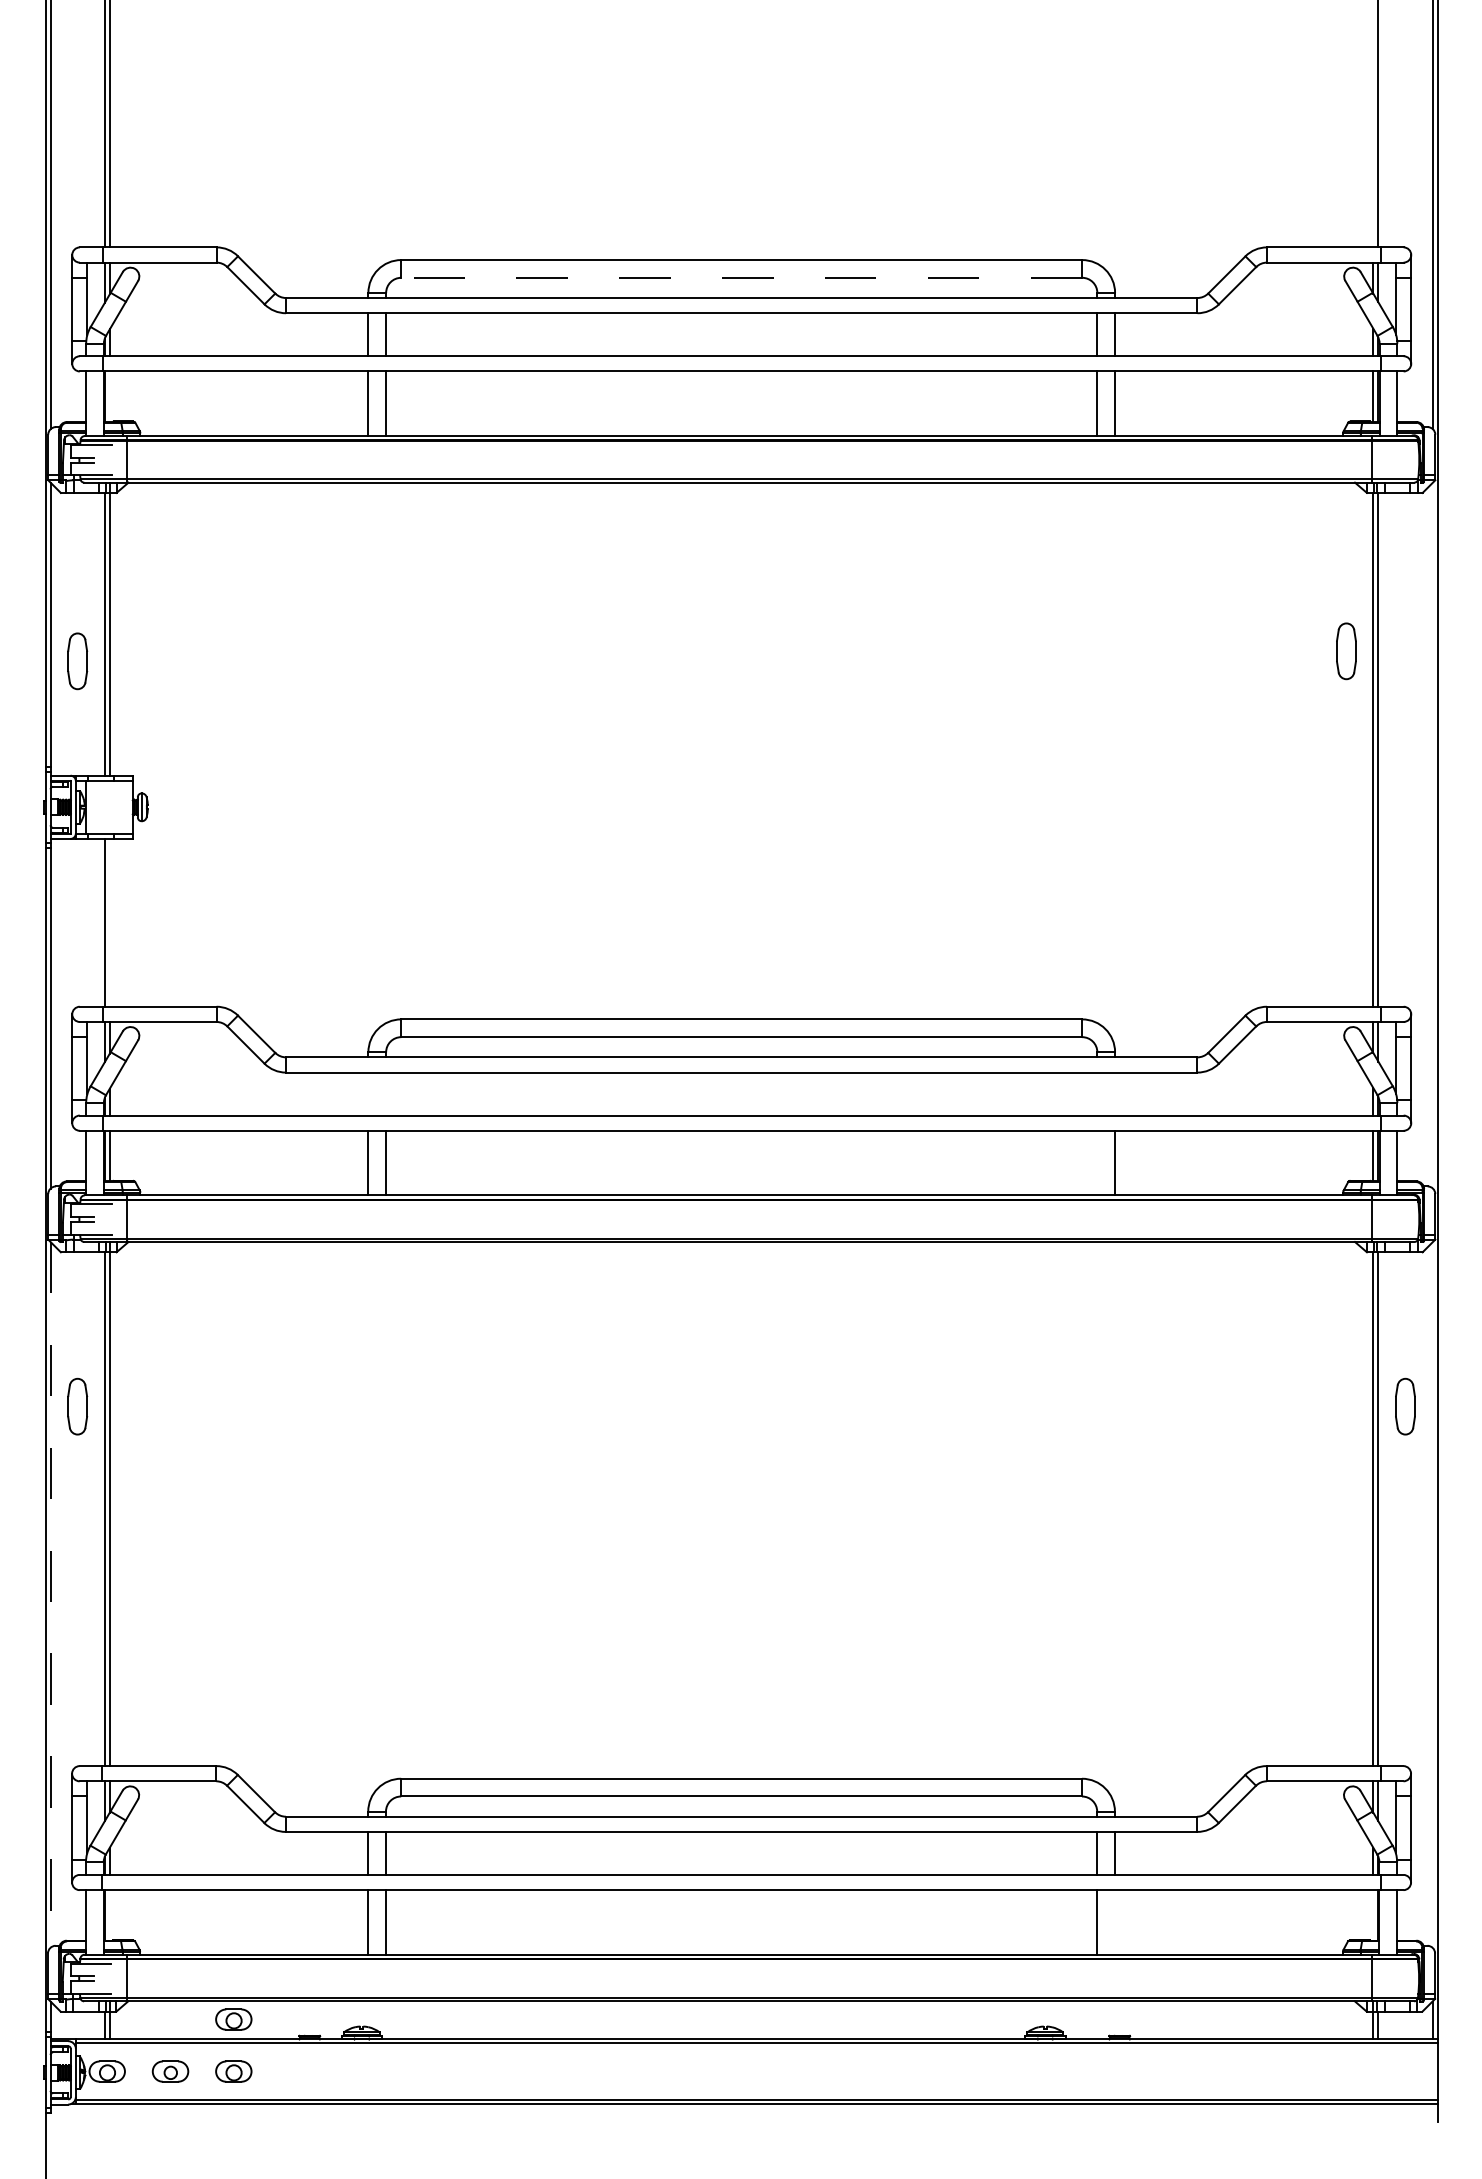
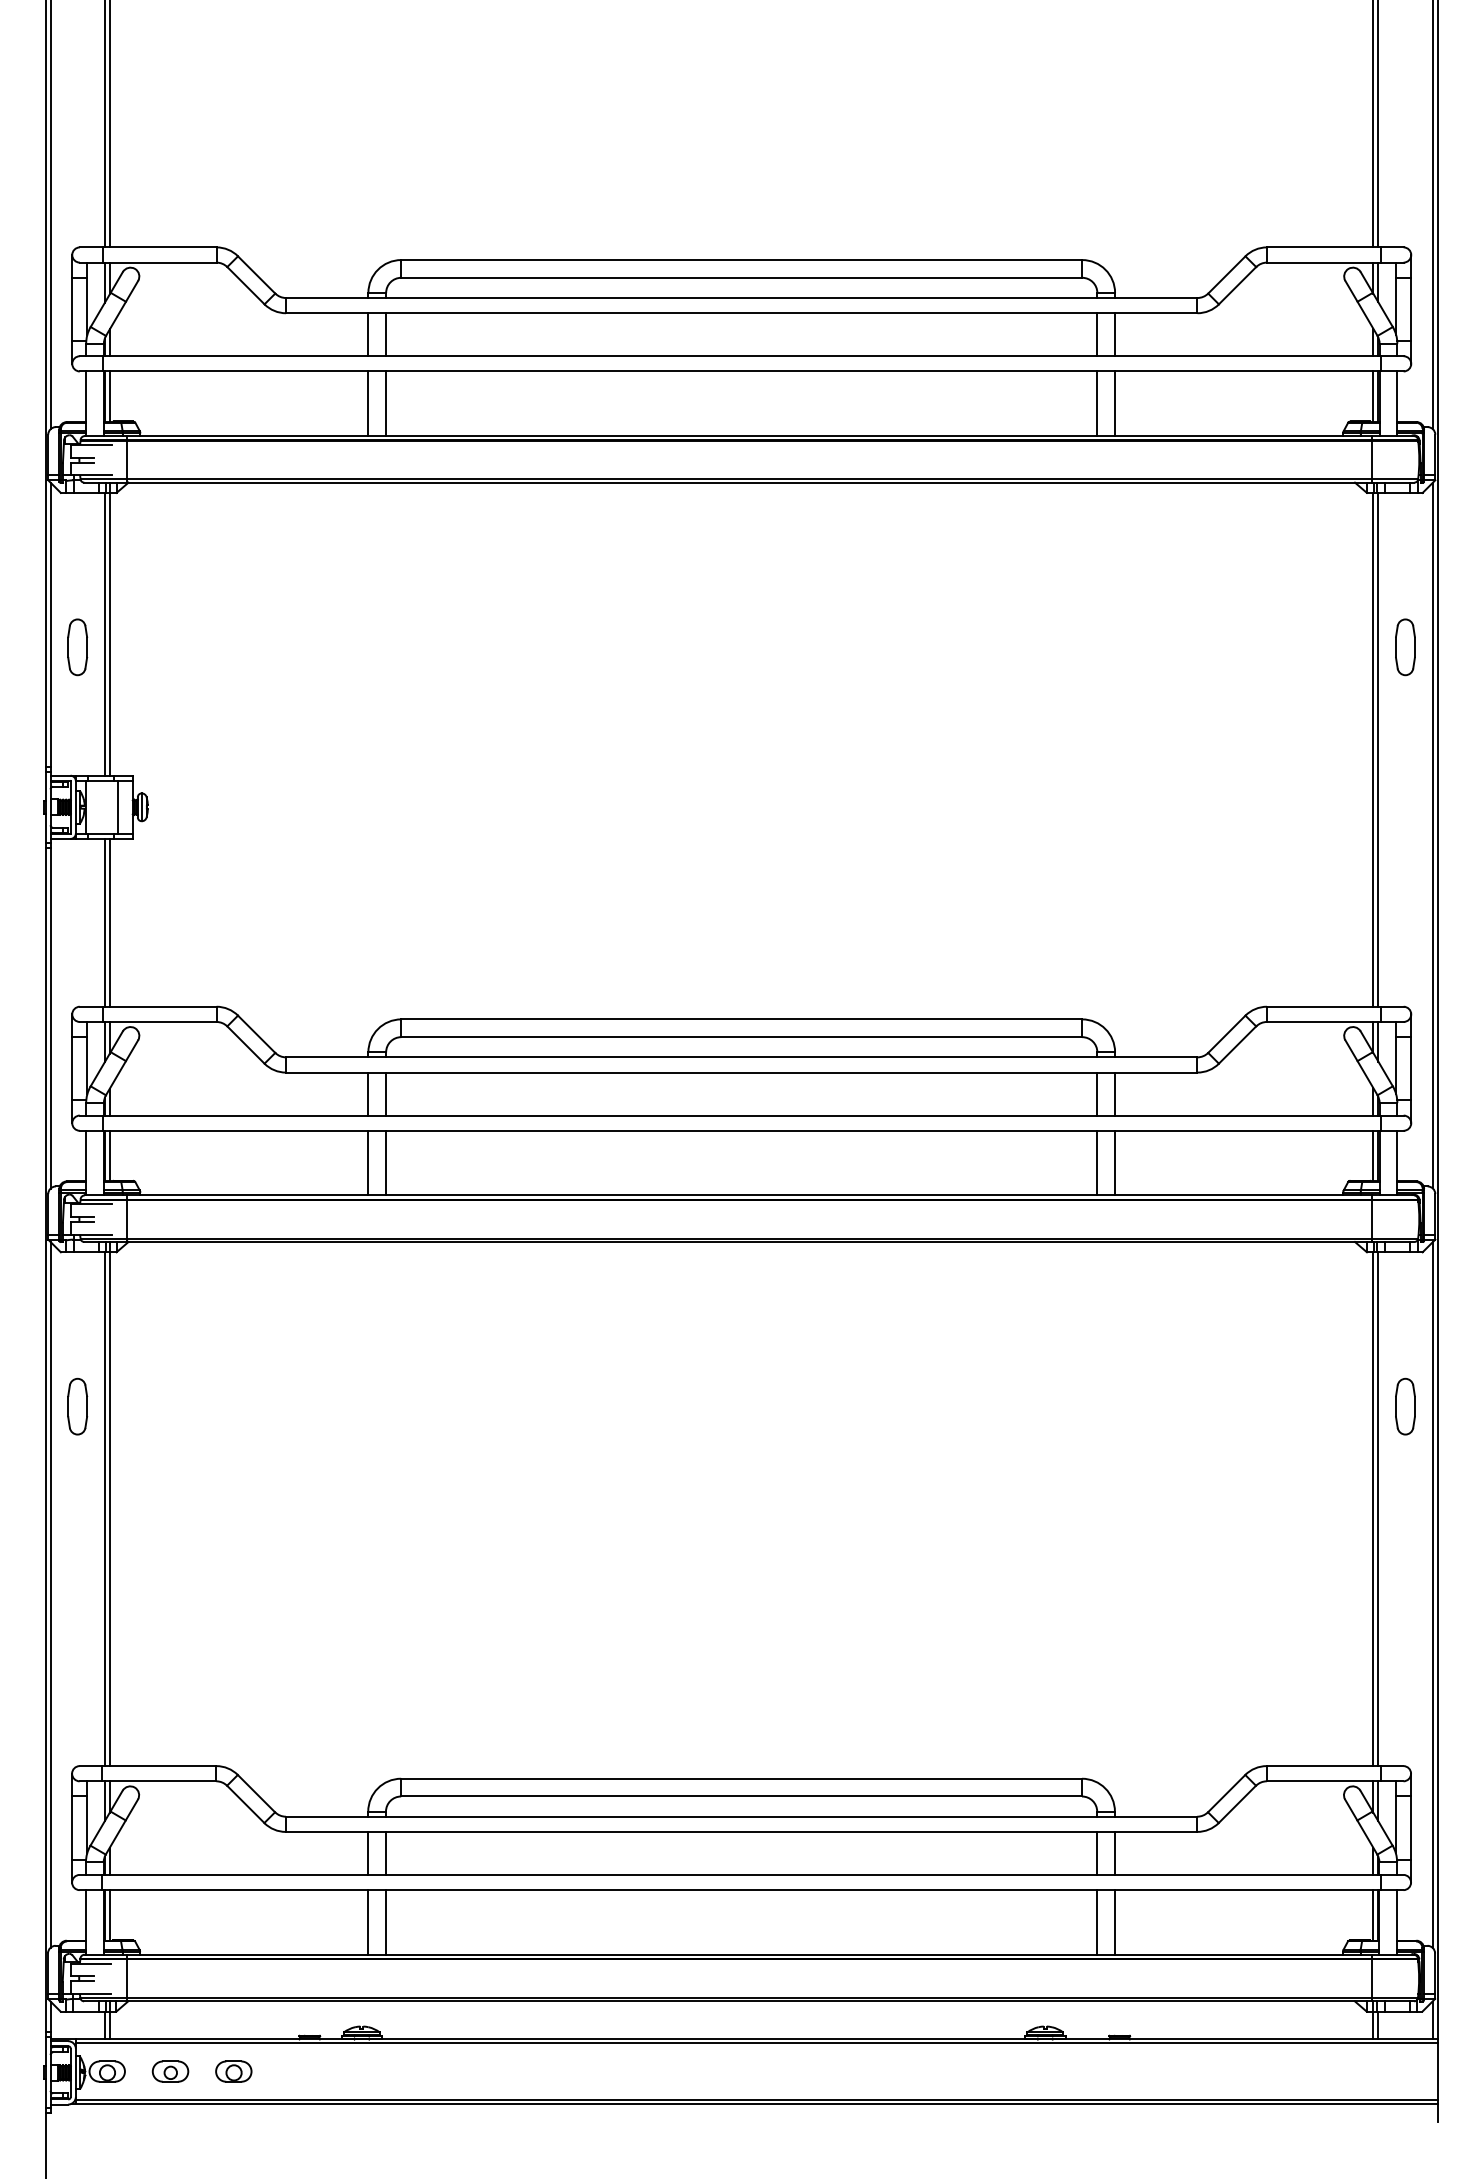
line at (1373, 124): none -> present
line at (741, 277): dashed -> solid
line at (109, 396): none -> present
part at (1346, 651) position: (1346, 651) -> (1405, 647)
part at (77, 661) position: (77, 661) -> (77, 647)
line at (117, 806): none -> present
line at (1432, 835): none -> present
line at (109, 922): none -> present
line at (368, 1093): none -> present
line at (386, 1093): none -> present
line at (1097, 1093): none -> present
line at (1115, 1093): none -> present
line at (1097, 1162): none -> present
line at (50, 1594): dashed -> solid
line at (1432, 1594): none -> present
line at (109, 1915): none -> present
line at (1373, 1915): none -> present
line at (1114, 1922): none -> present
part at (233, 2019): present -> none
